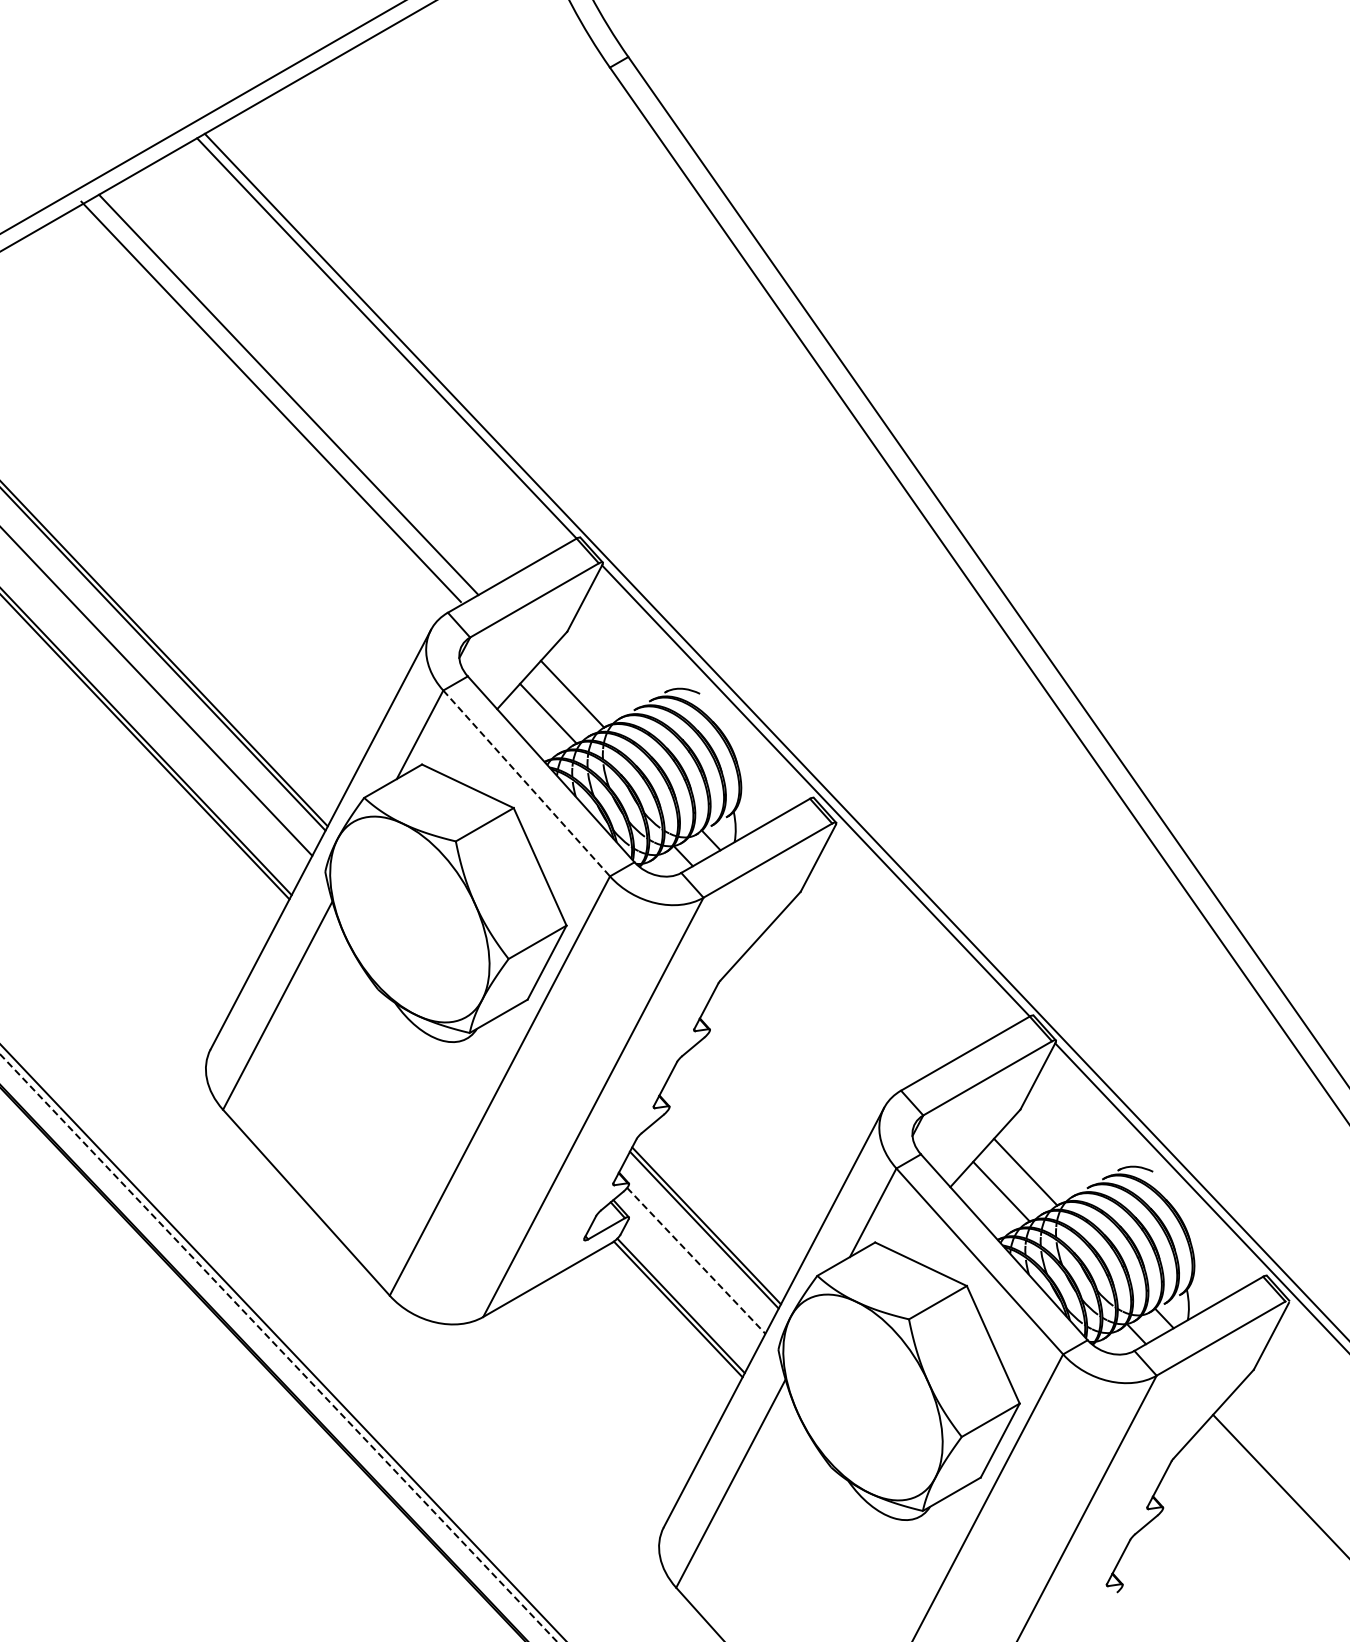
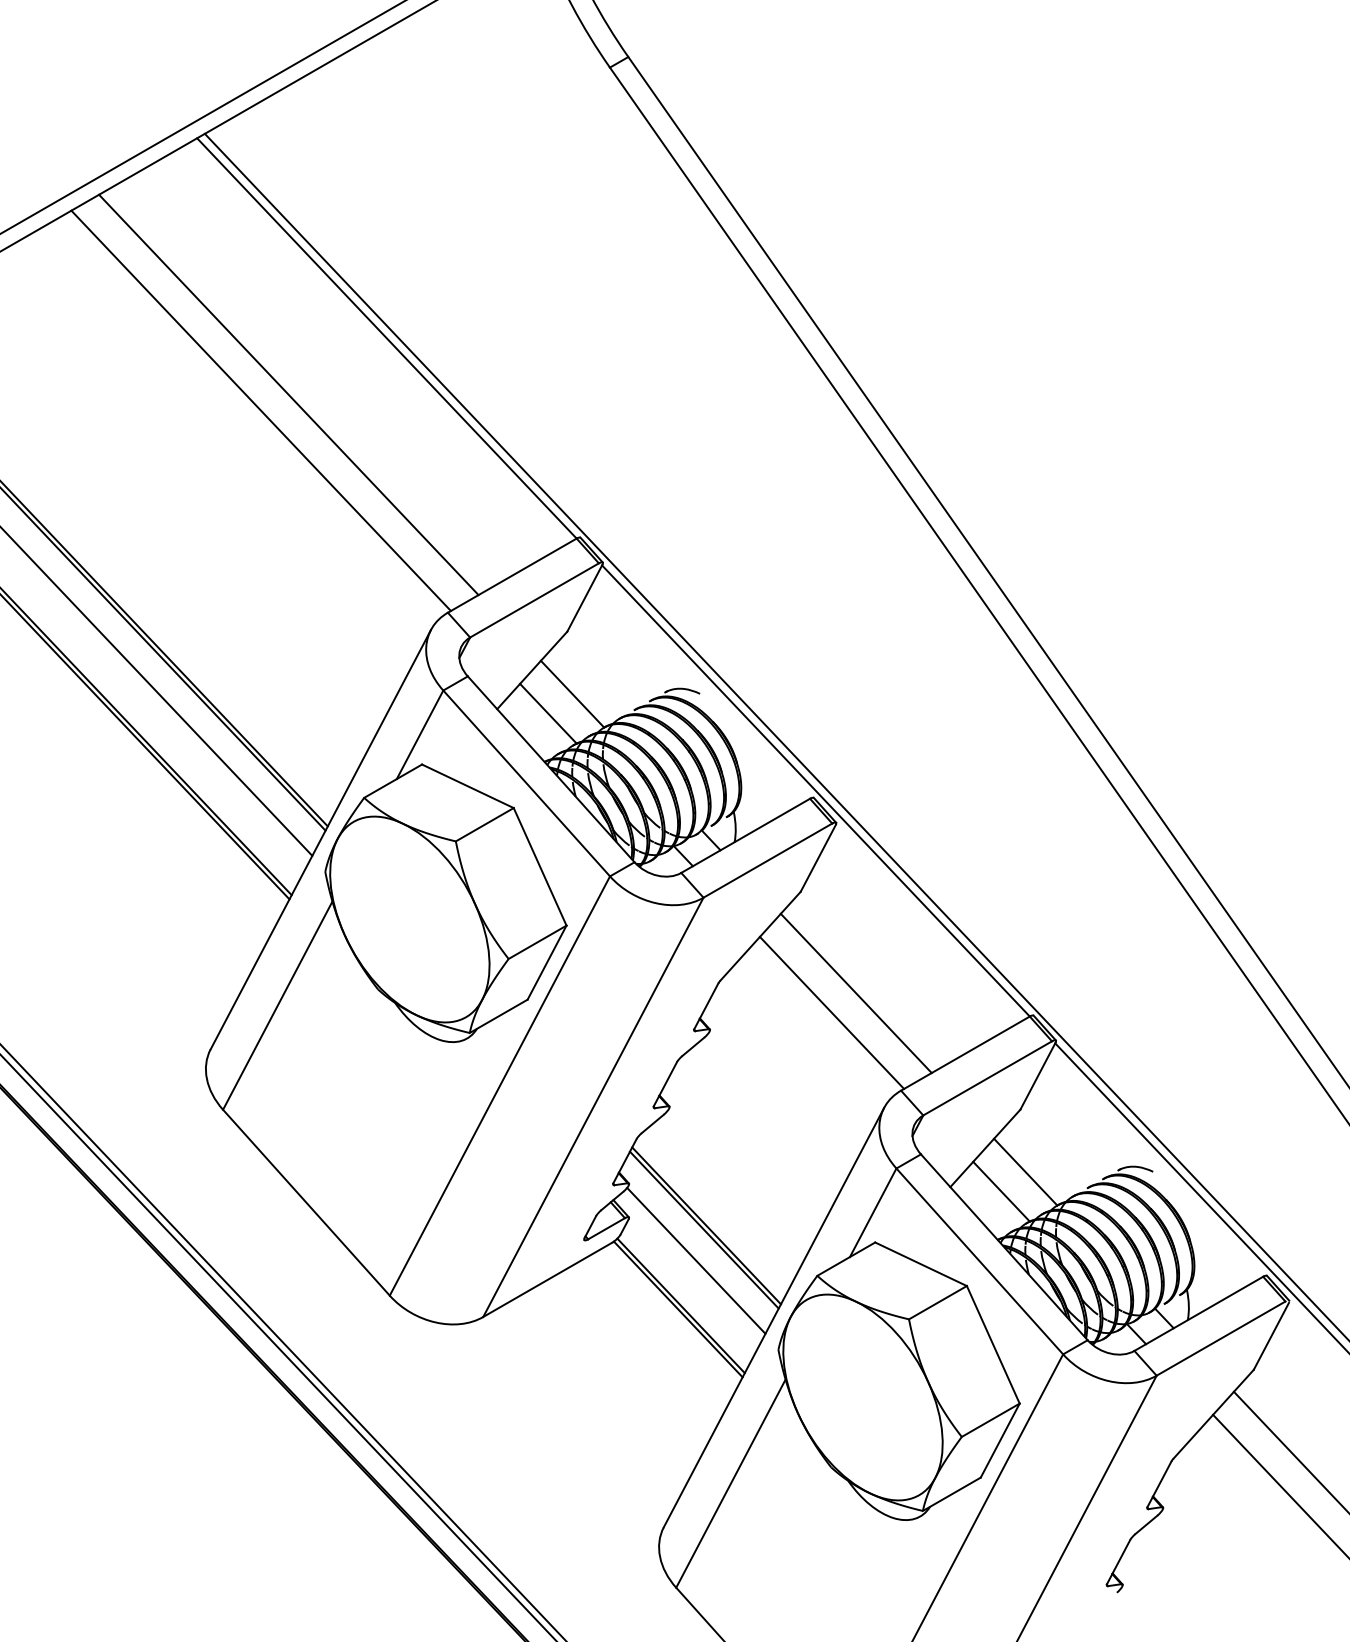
line at (270, 401) position: (270, 401) -> (260, 410)
line at (526, 783): dashed -> solid
line at (855, 993): none -> present
line at (831, 1012): none -> present
line at (696, 1260): dashed -> solid
line at (278, 1348): dashed -> solid
line at (1289, 1450): none -> present
